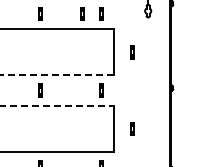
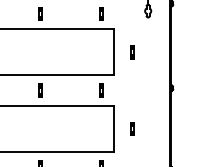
part at (82, 13): present -> none
line at (57, 75): dashed -> solid
line at (57, 106): dashed -> solid
